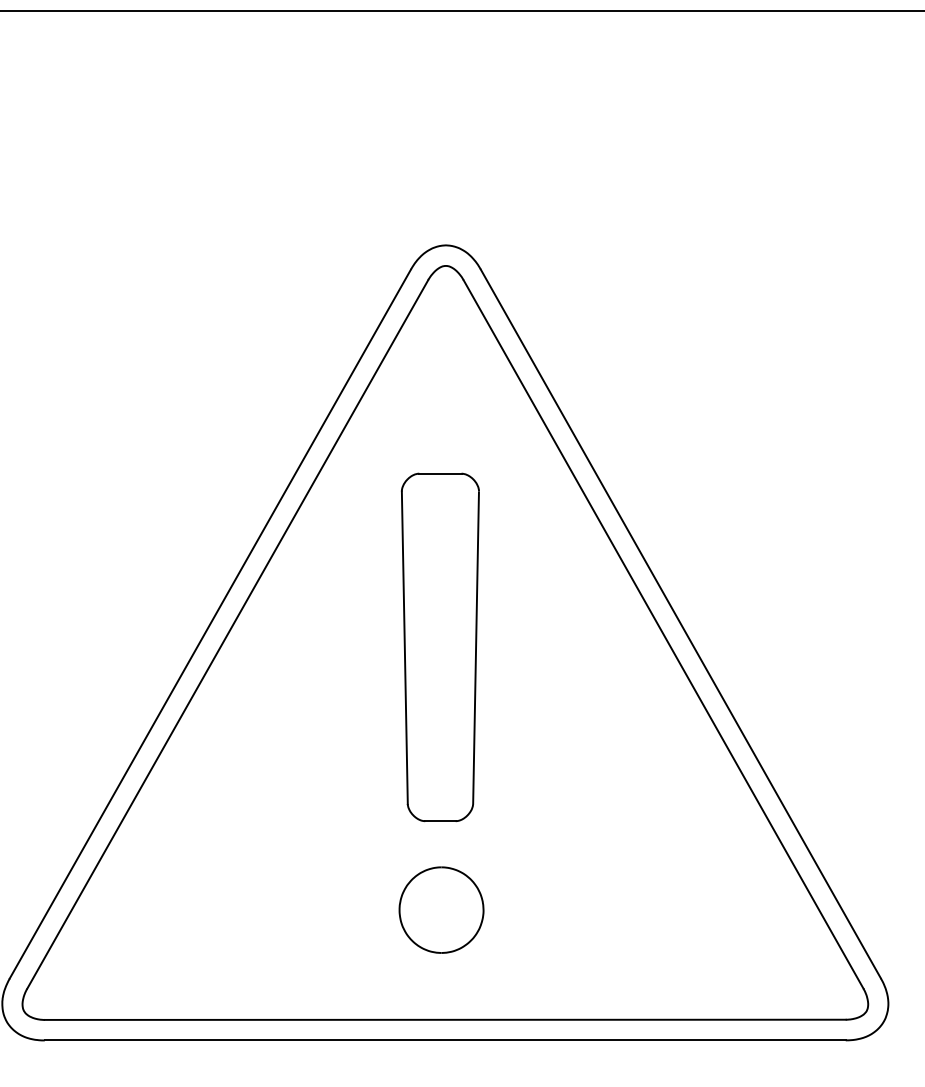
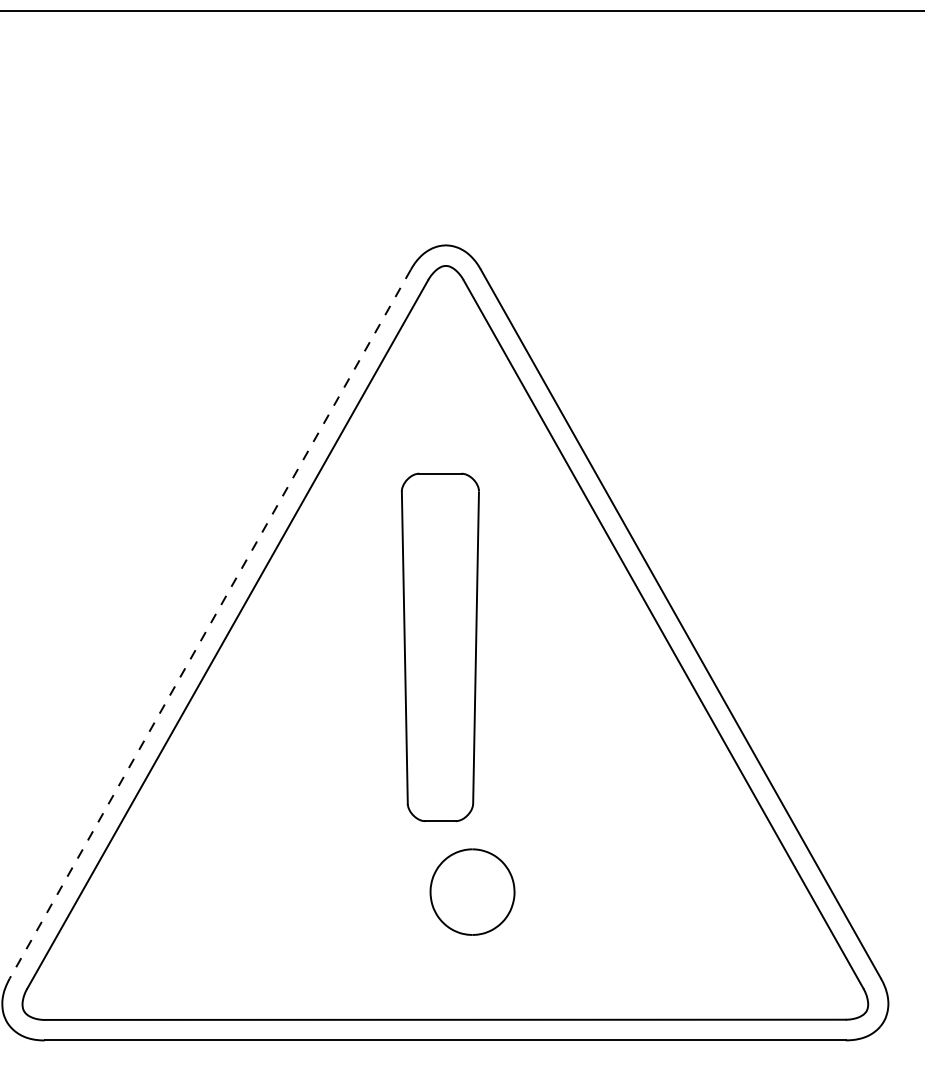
line at (210, 624): solid -> dashed
part at (441, 909) position: (441, 909) -> (472, 891)
